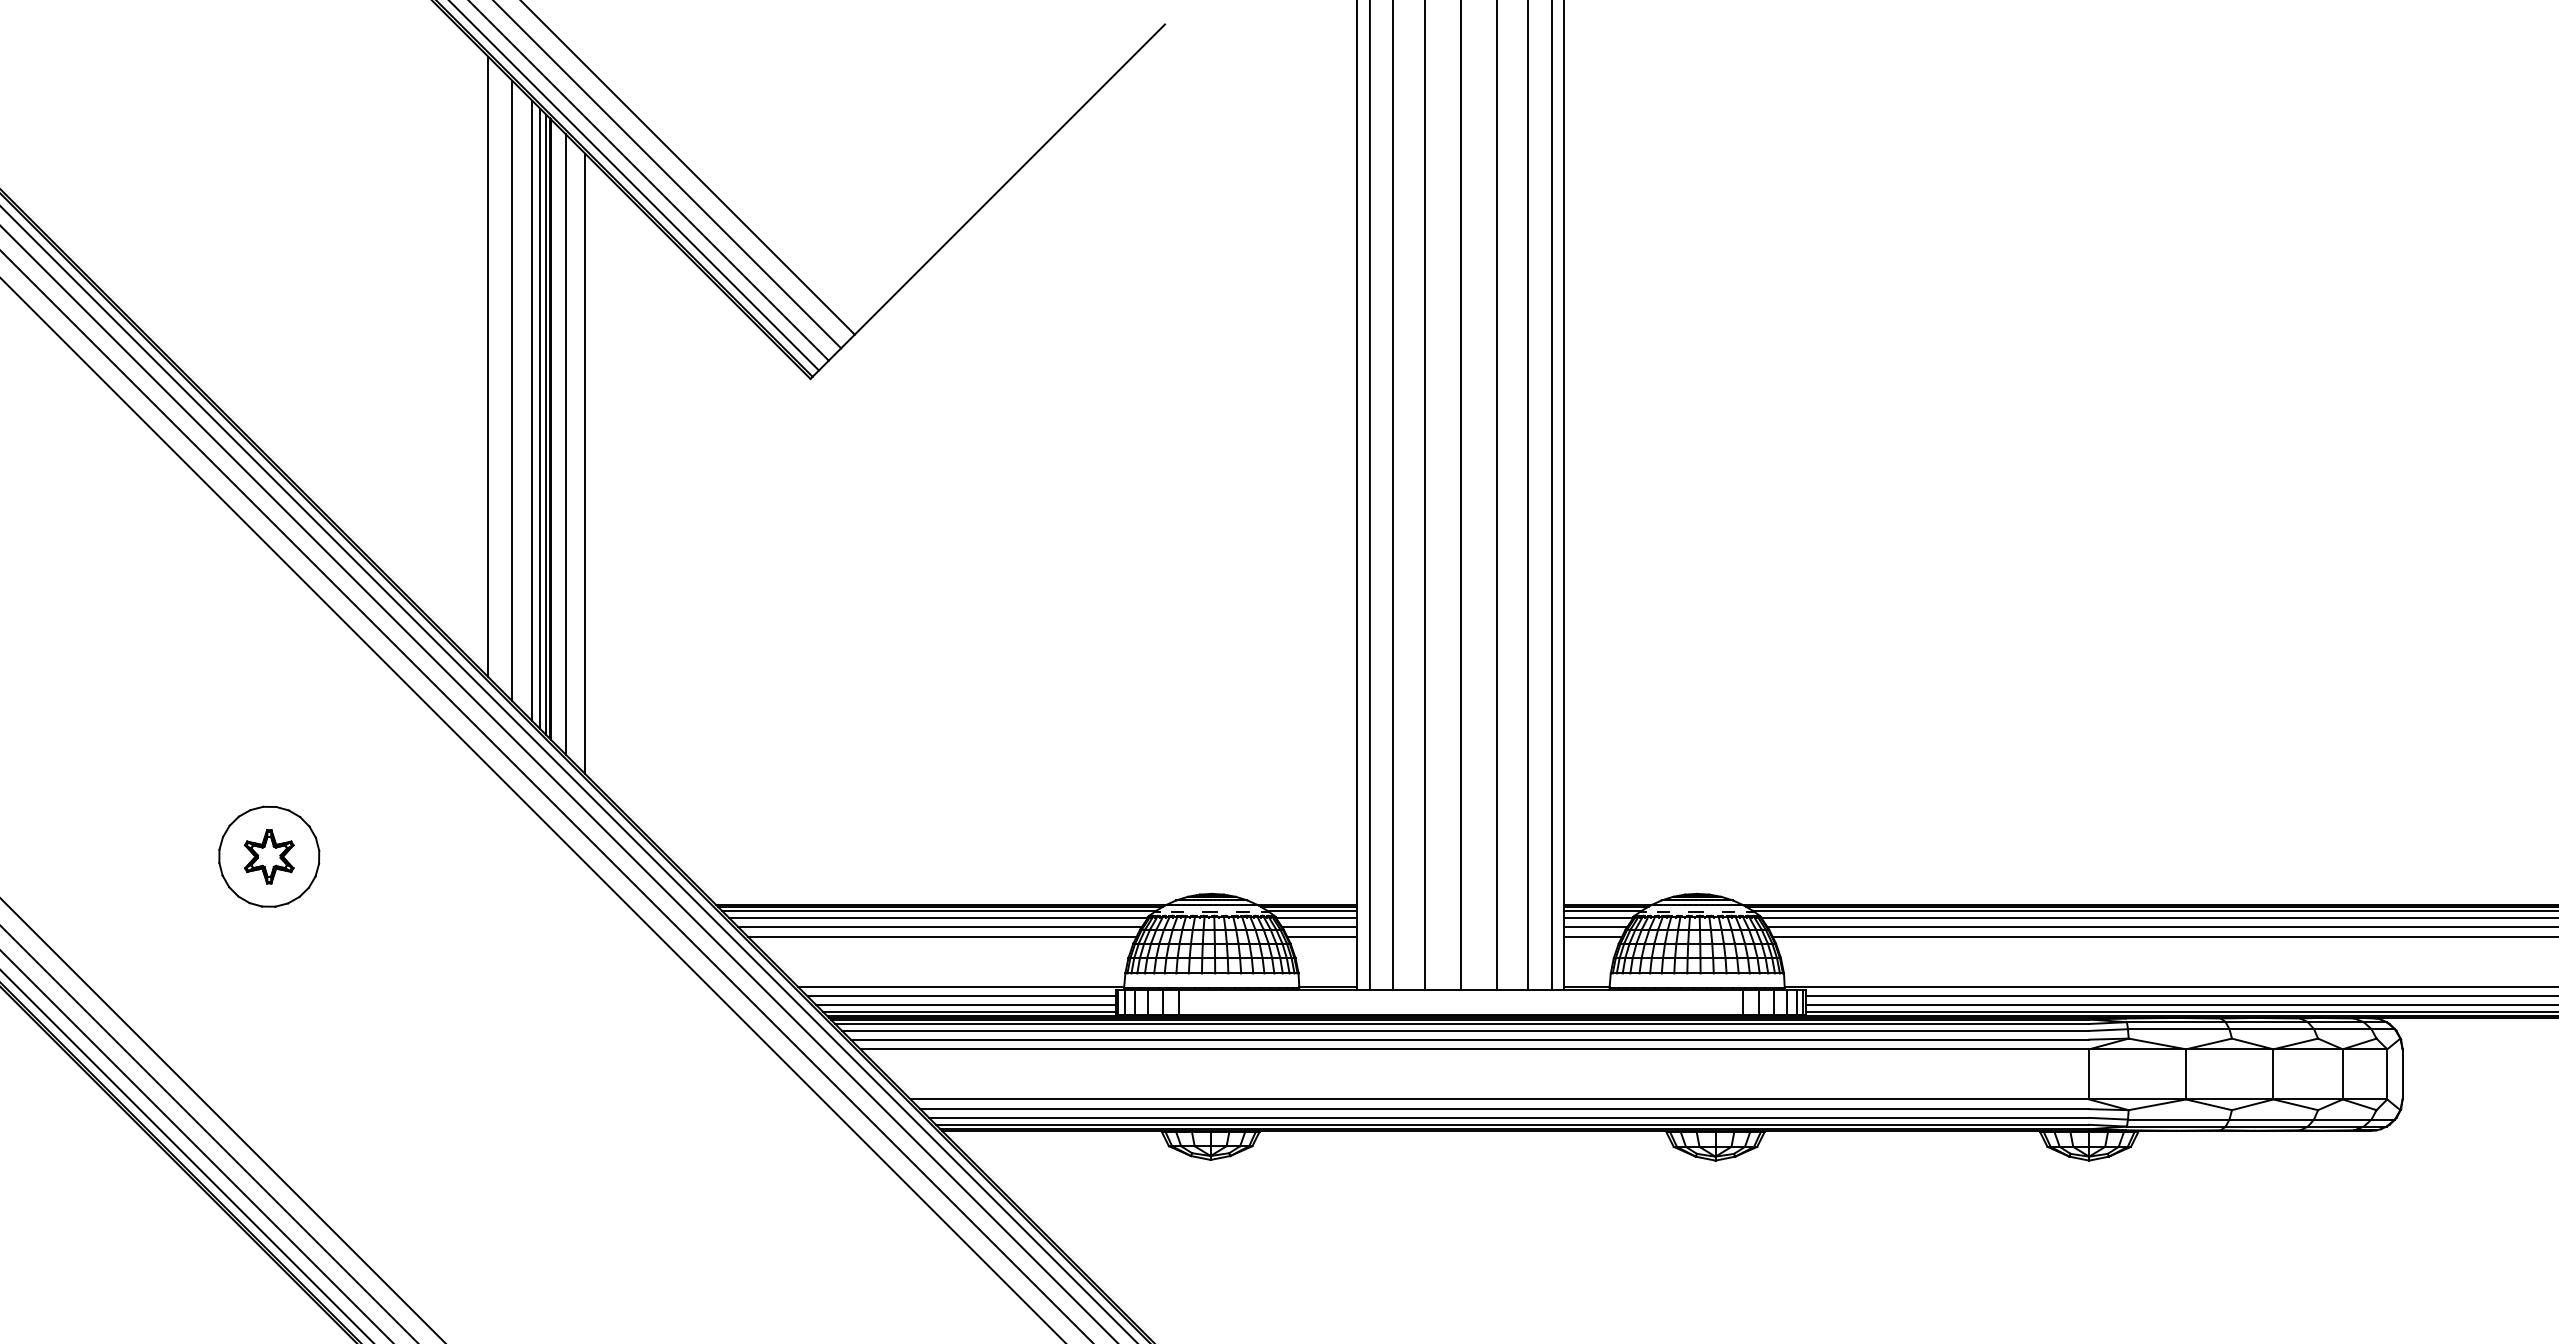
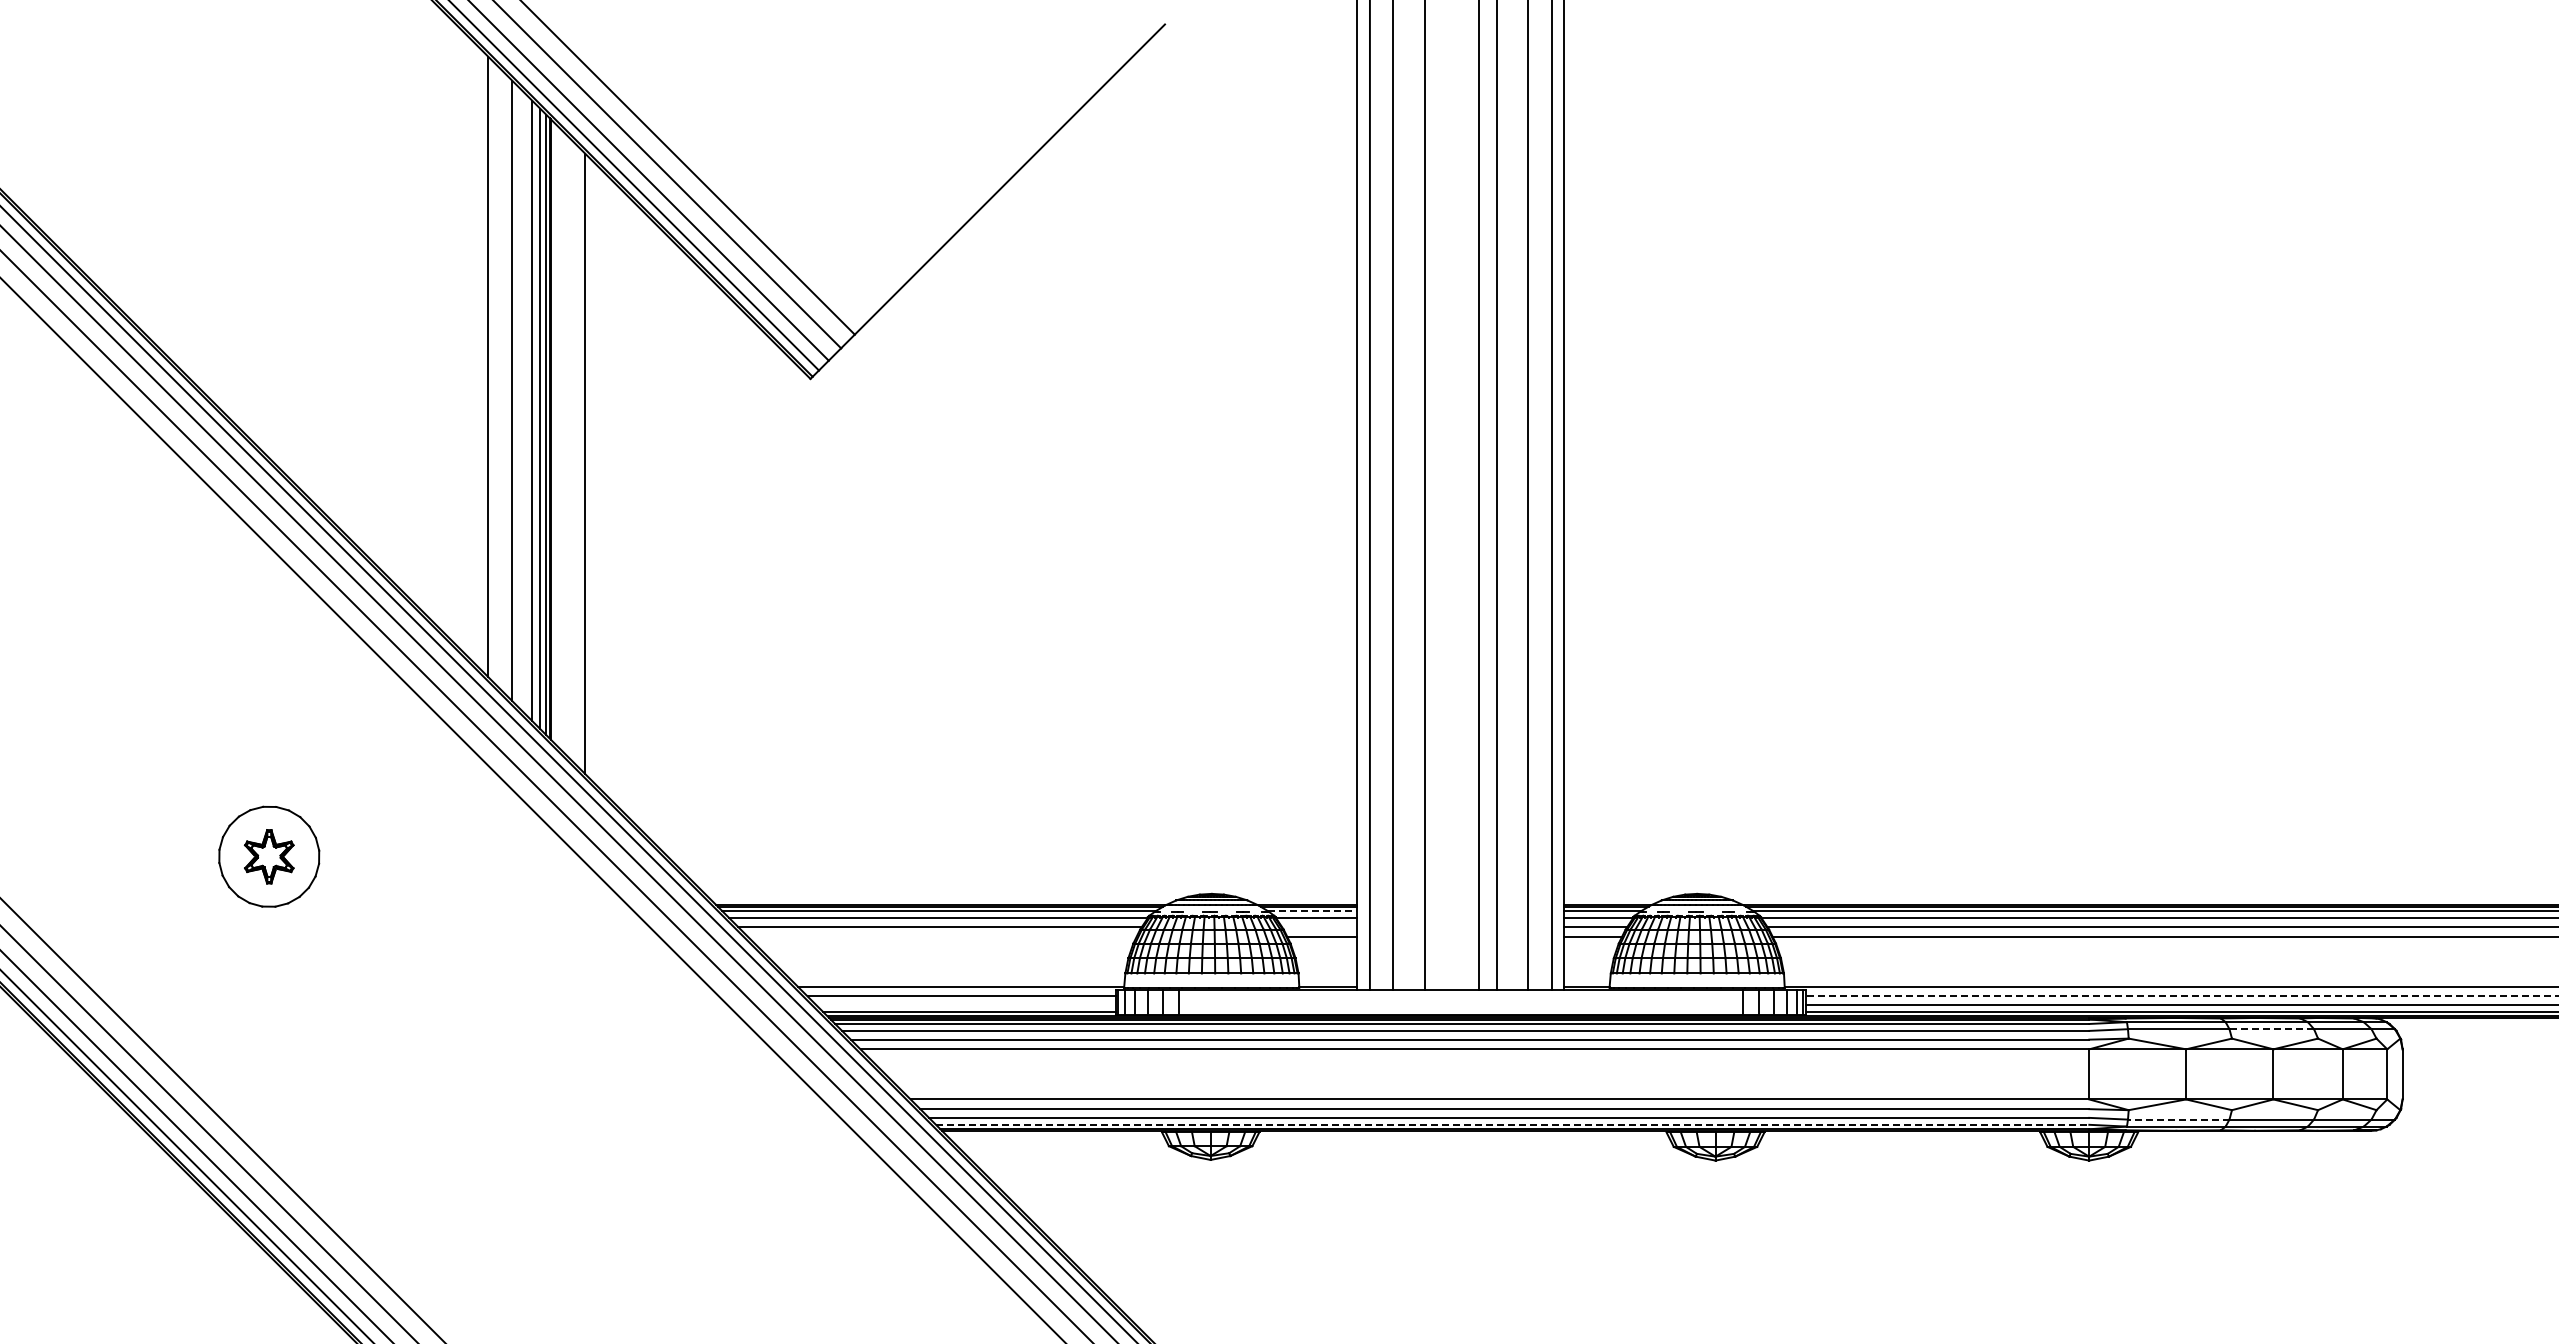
line at (565, 444): present -> none
line at (1460, 495) position: (1460, 495) -> (1478, 495)
line at (1312, 911): solid -> dashed
line at (1319, 926): present -> none
line at (941, 936): present -> none
line at (2182, 996): solid -> dashed
line at (966, 1005): present -> none
line at (2272, 1029): solid -> dashed
line at (2178, 1119): solid -> dashed
line at (1512, 1124): solid -> dashed
